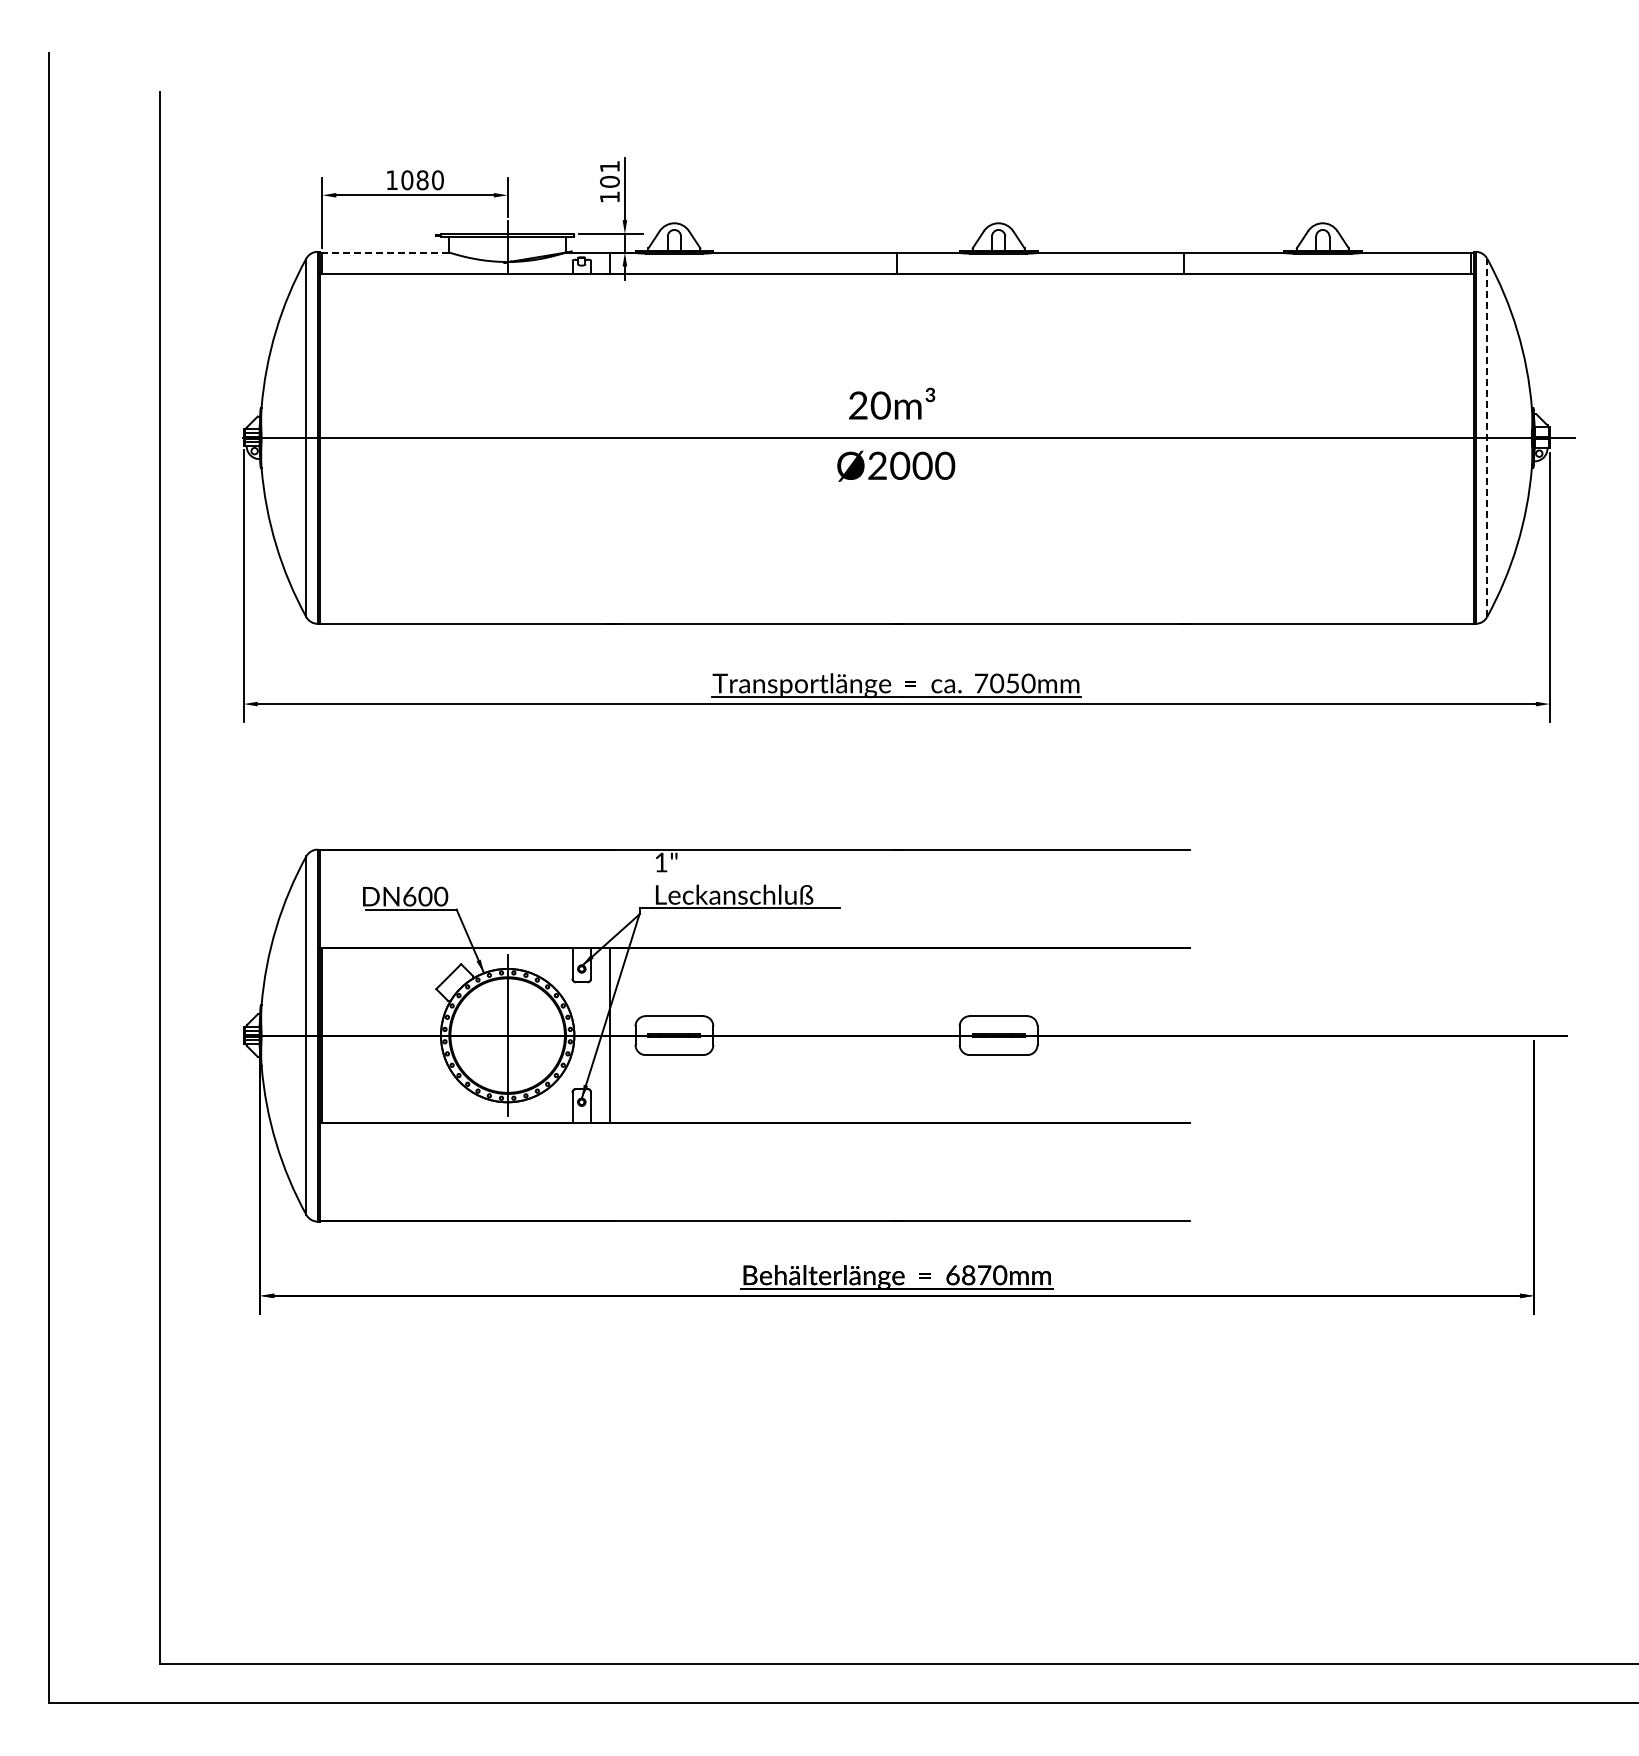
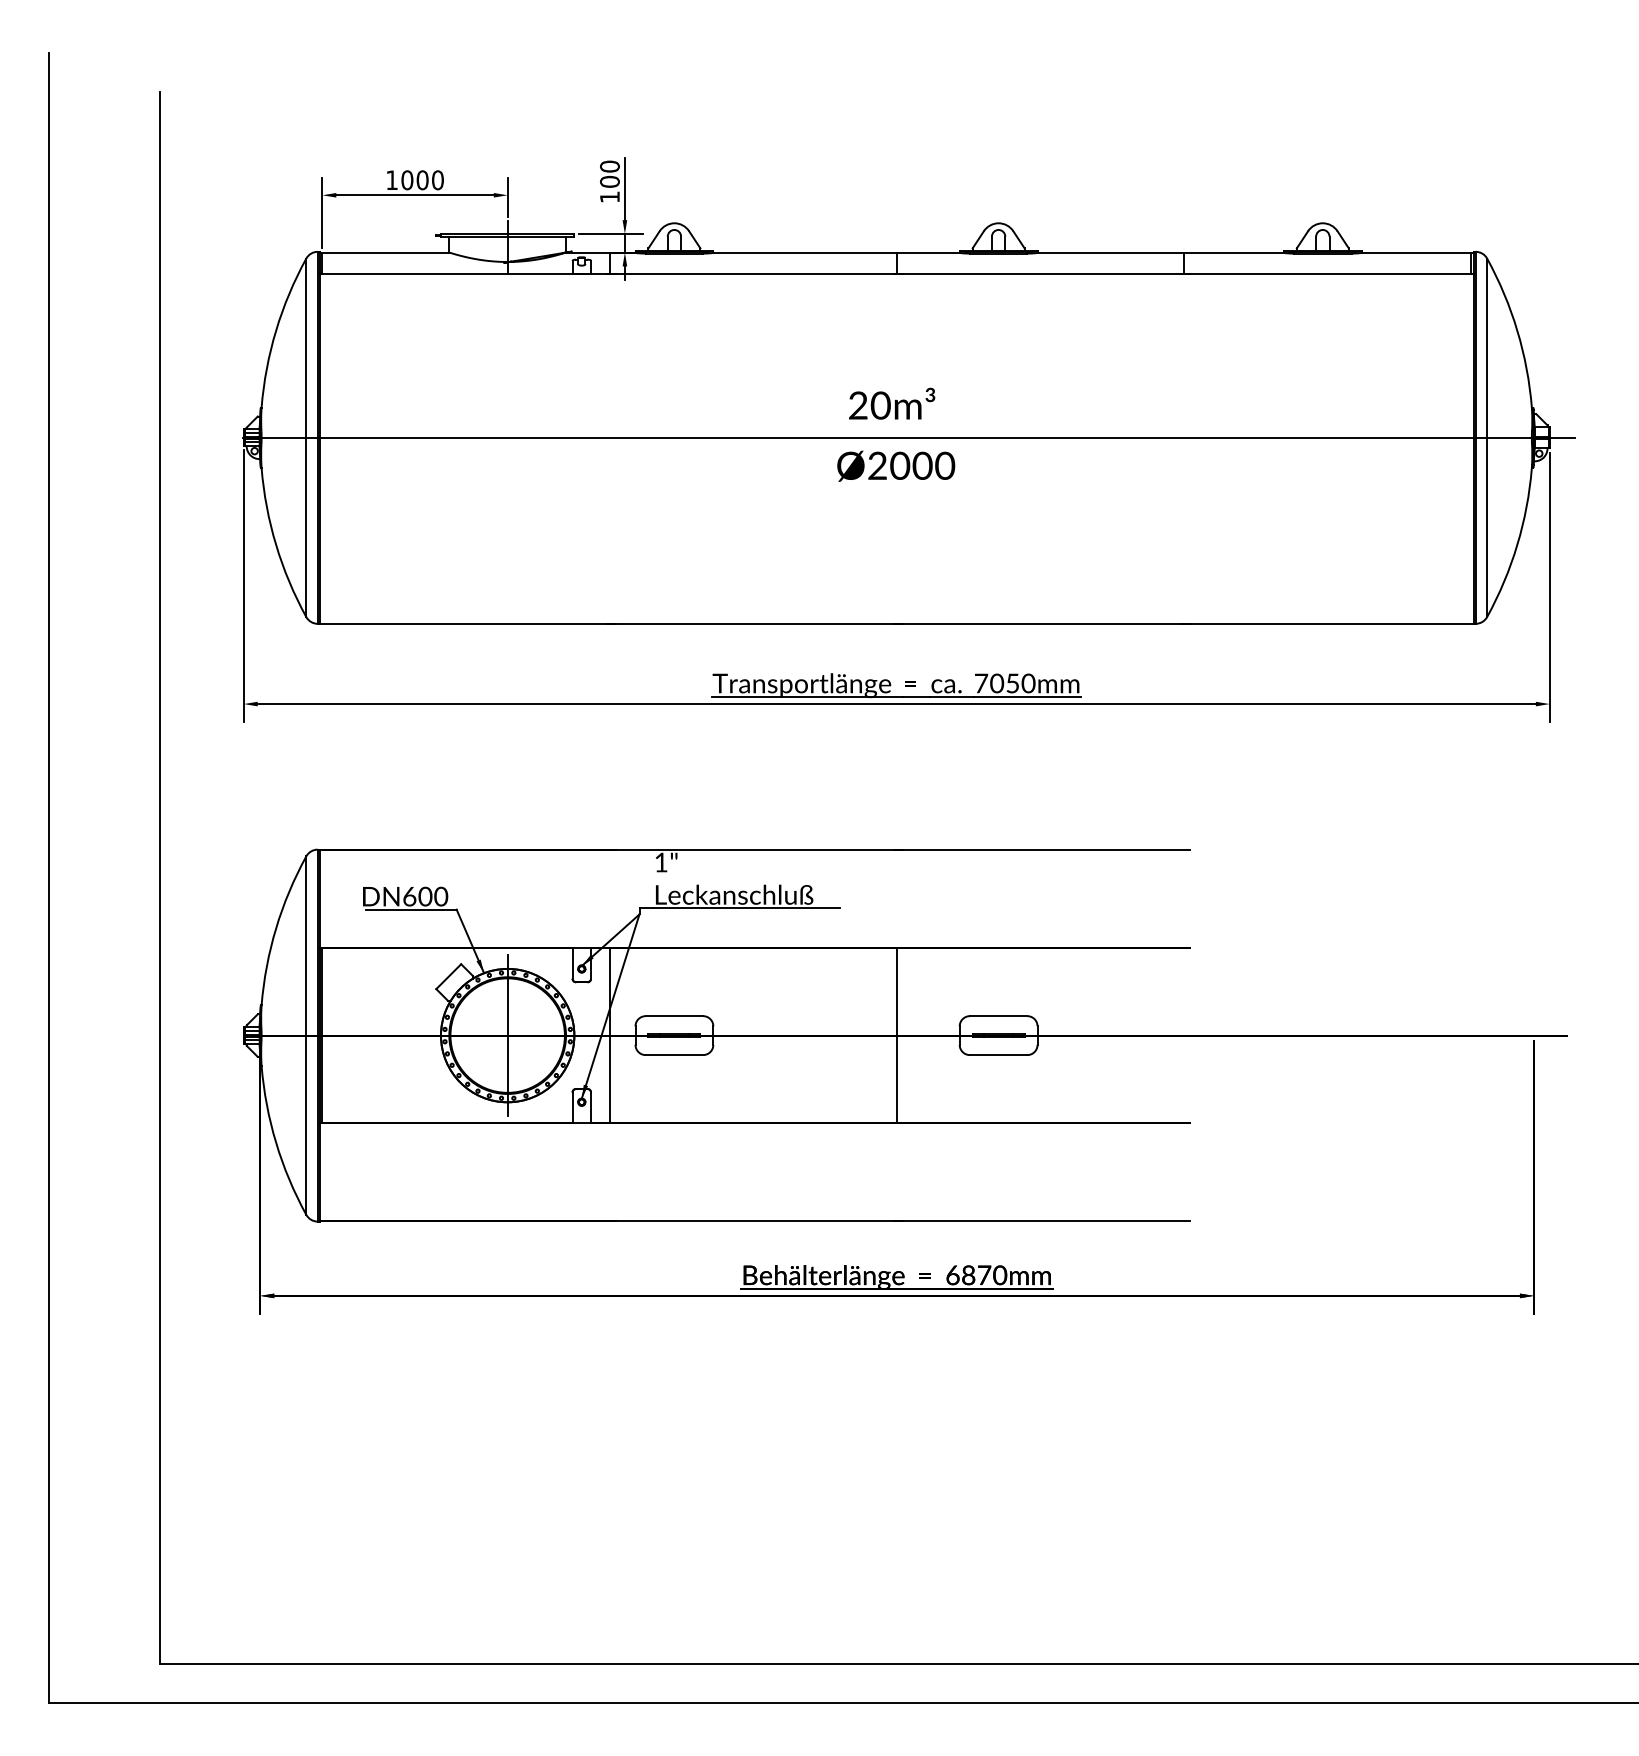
text at (609, 166): 101 -> 100
text at (422, 179): 1080 -> 1000
line at (385, 252): dashed -> solid
line at (1487, 437): dashed -> solid
line at (896, 1035): none -> present
